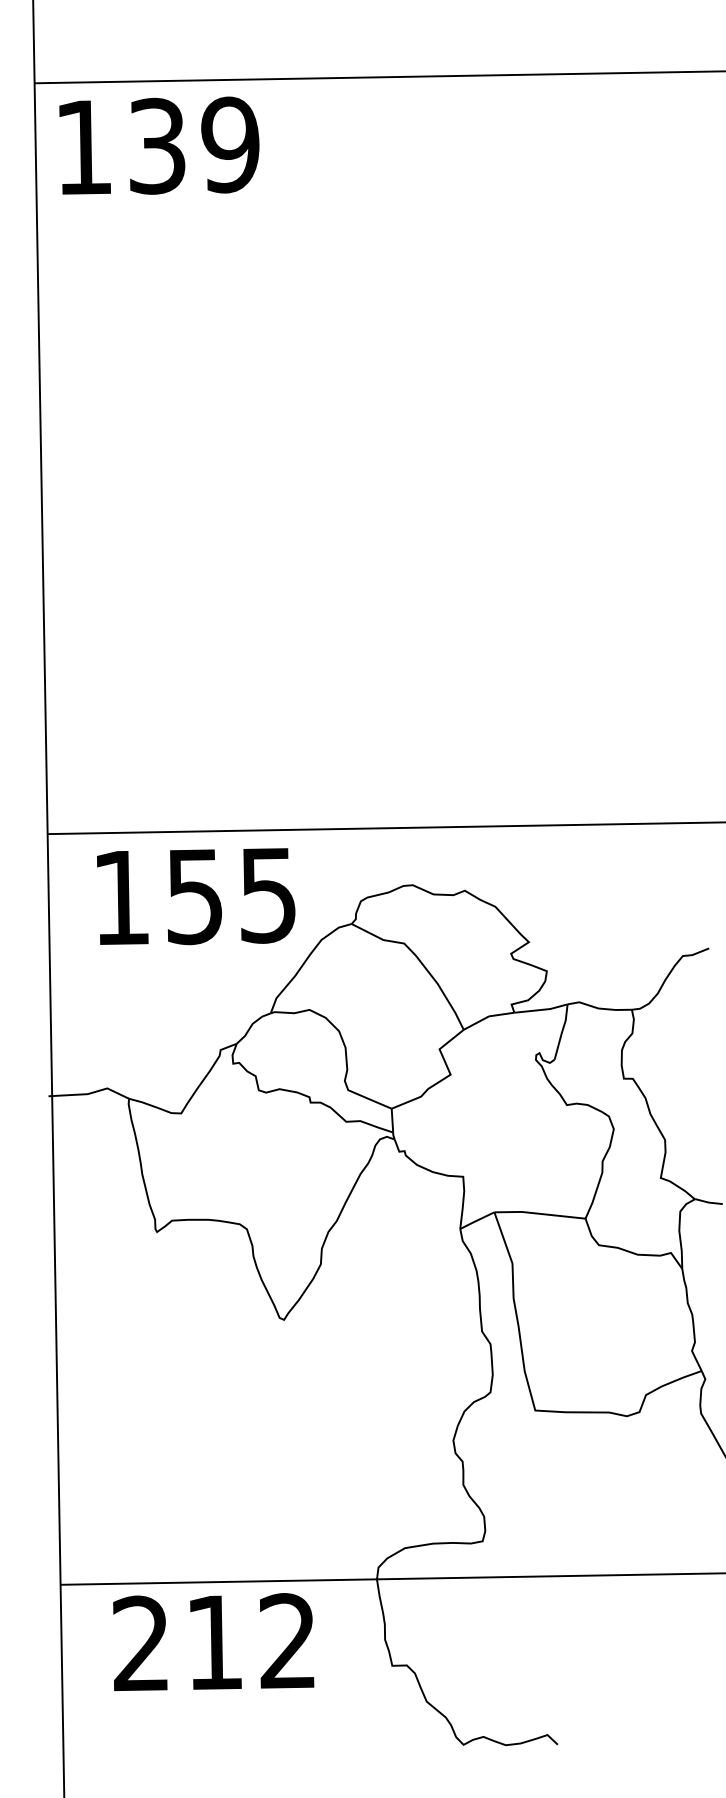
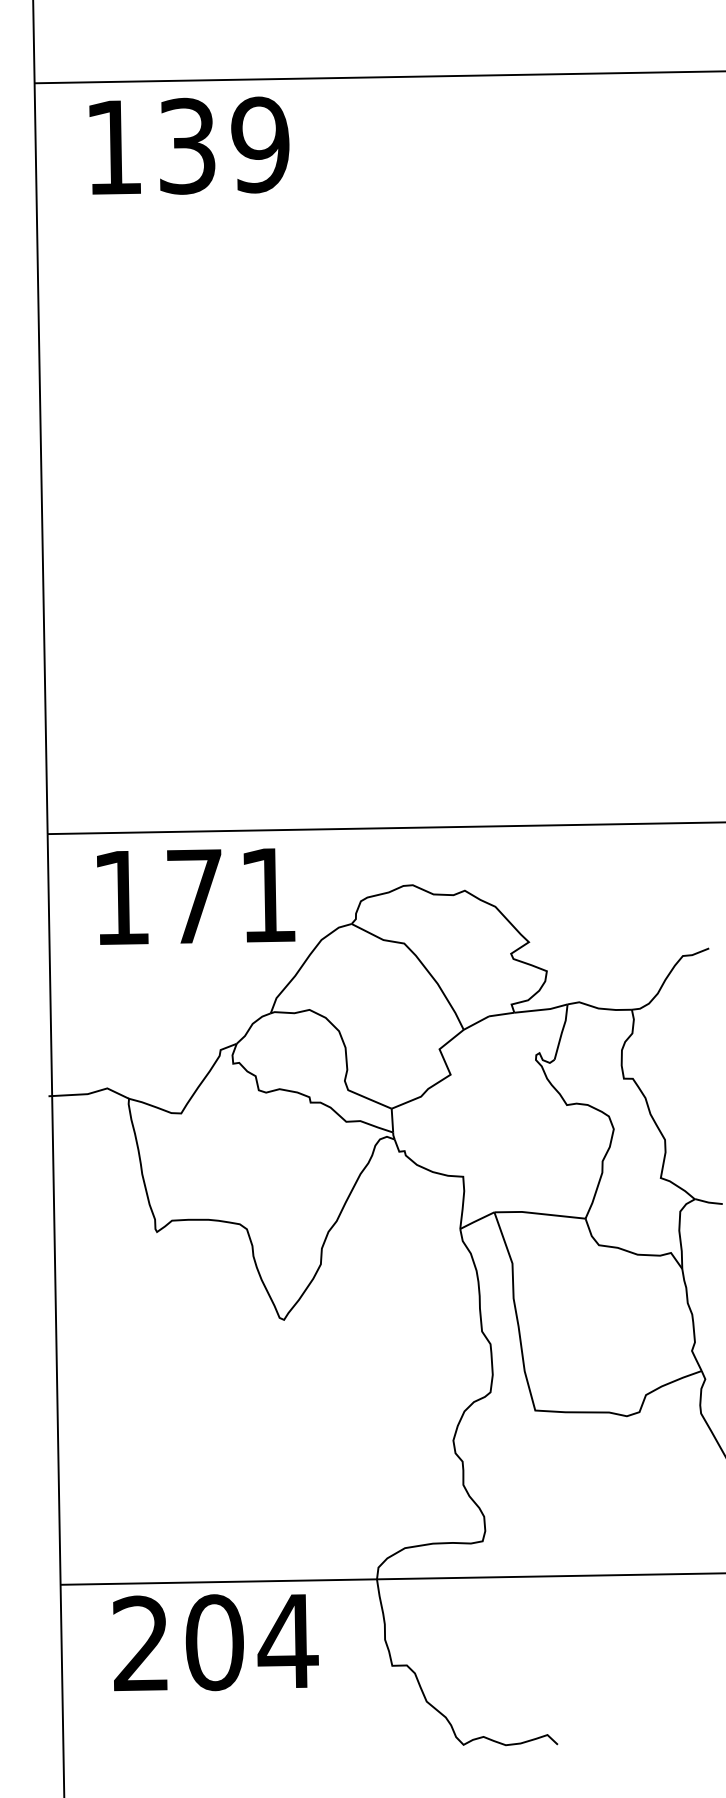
text at (159, 145) position: (159, 145) -> (189, 145)
text at (231, 896): 155 -> 171
text at (251, 1642): 212 -> 204
